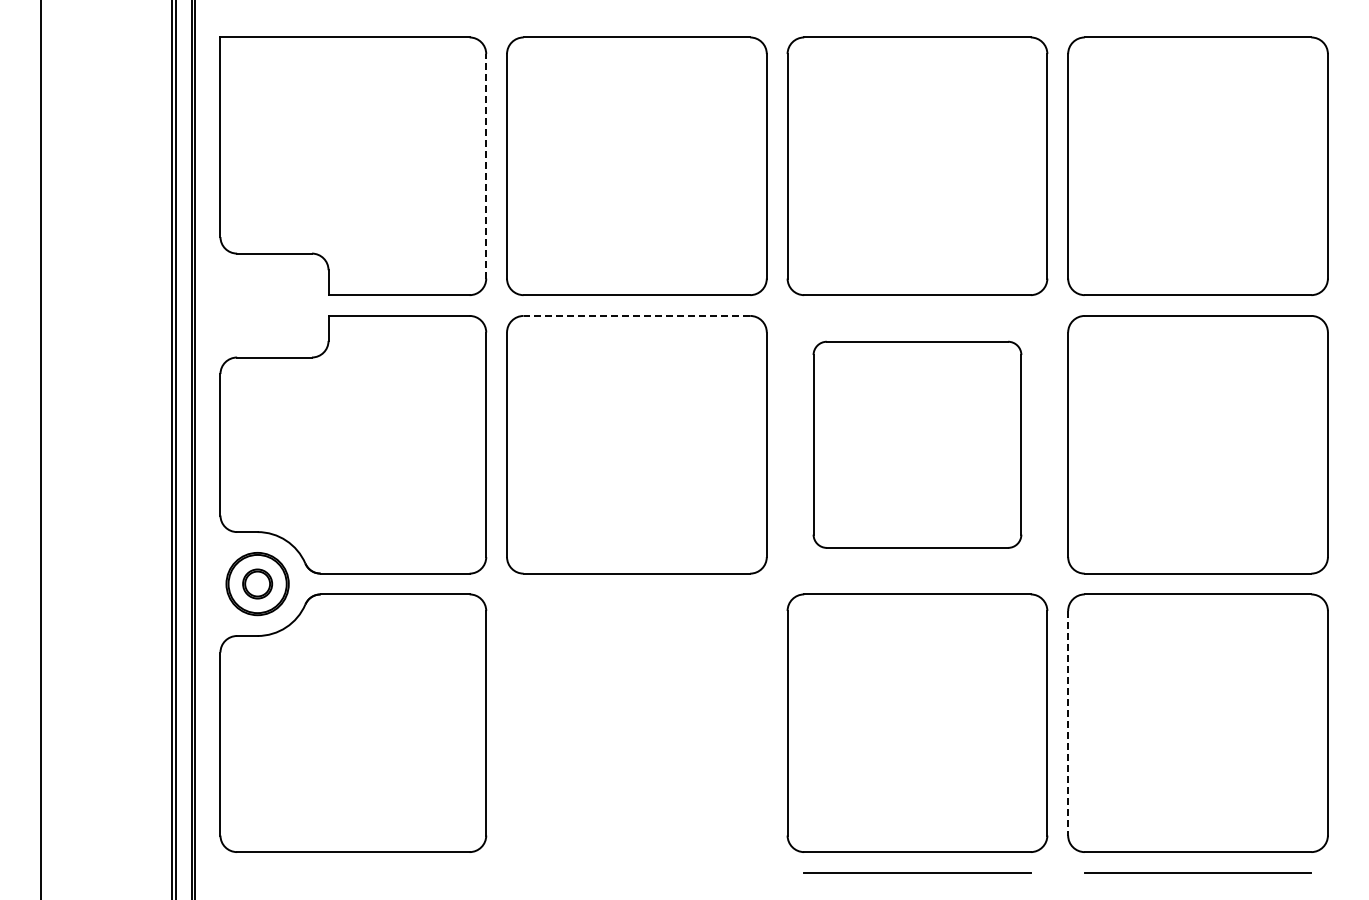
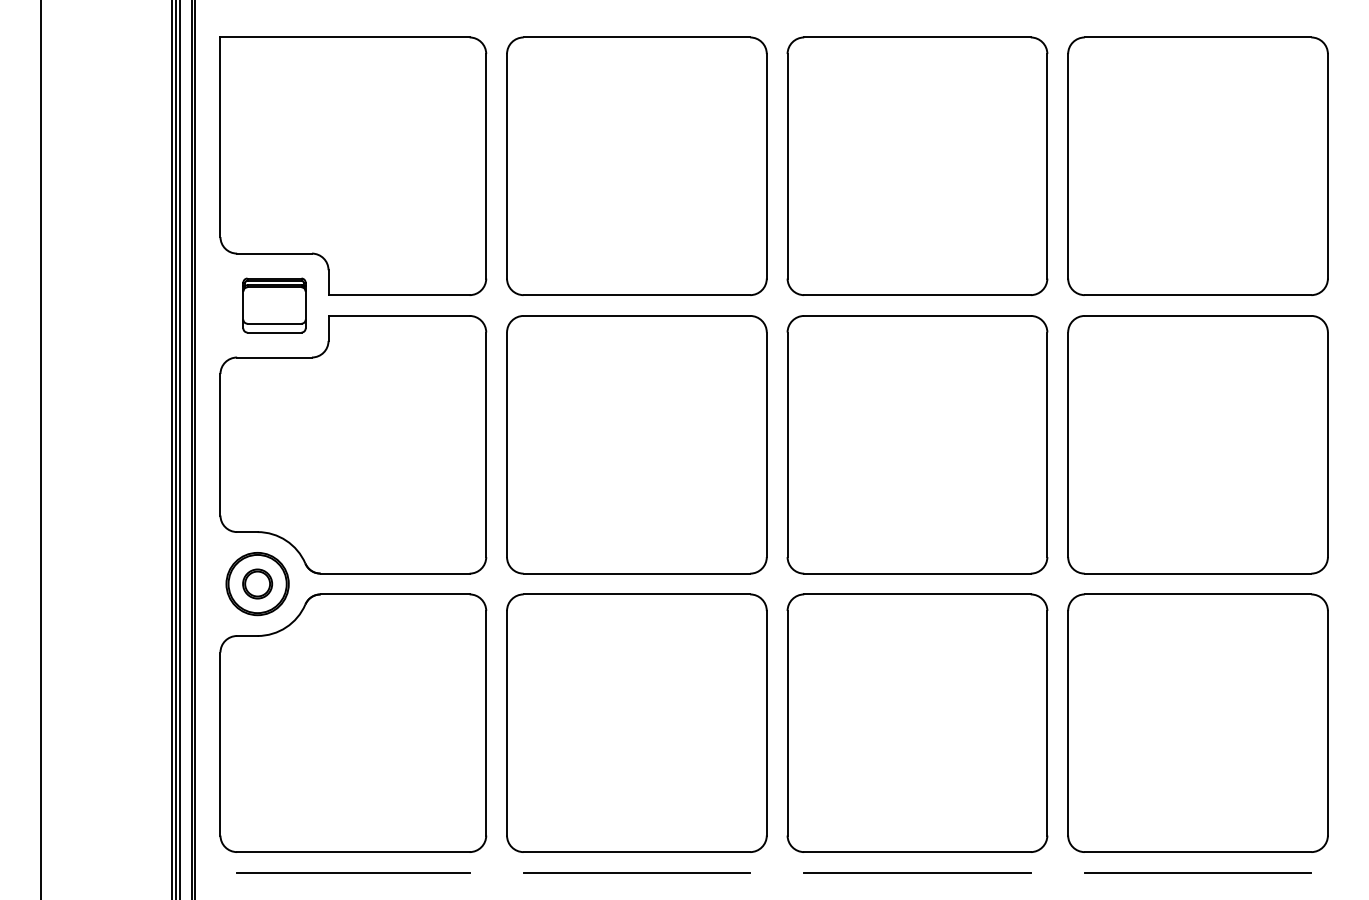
line at (486, 165): dashed -> solid
part at (274, 305): none -> present
line at (636, 315): dashed -> solid
part at (917, 444) size: 211x209 px -> 263x260 px
line at (180, 449): none -> present
part at (636, 722): none -> present
line at (1068, 723): dashed -> solid
line at (353, 872): none -> present
line at (636, 872): none -> present
